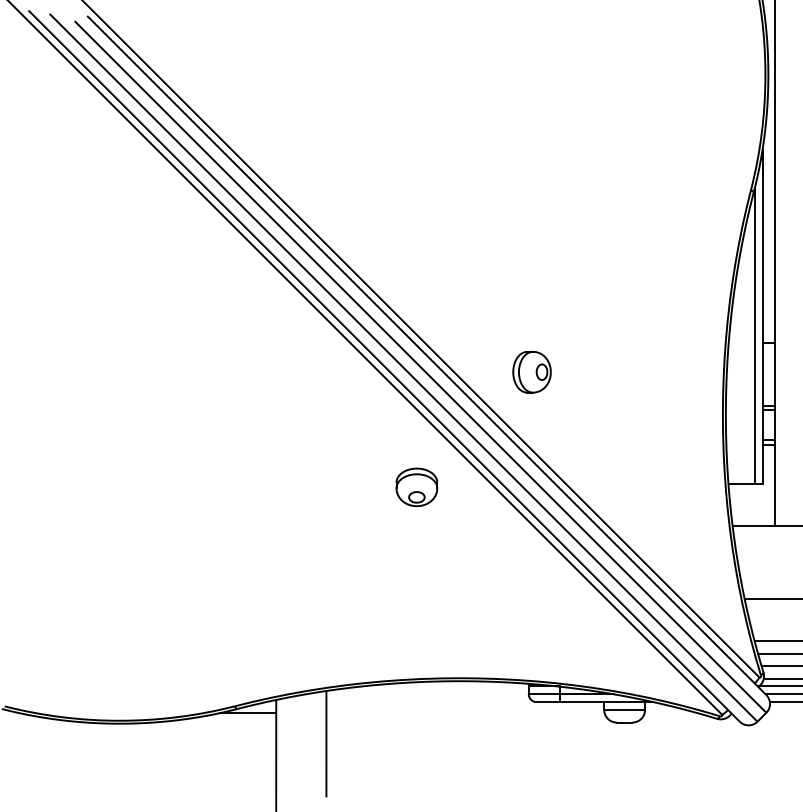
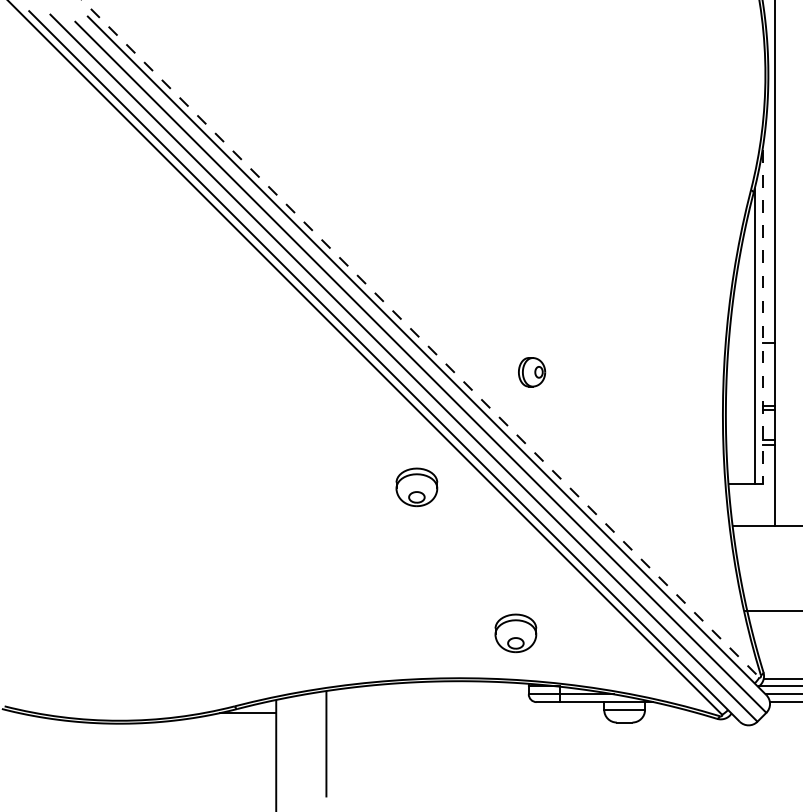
line at (762, 317): solid -> dashed
line at (420, 338): solid -> dashed
part at (531, 372) size: 40x43 px -> 29x31 px
line at (771, 599) position: (771, 599) -> (771, 611)
part at (515, 633): none -> present
line at (776, 640): present -> none
line at (778, 653): present -> none
line at (780, 666): present -> none
